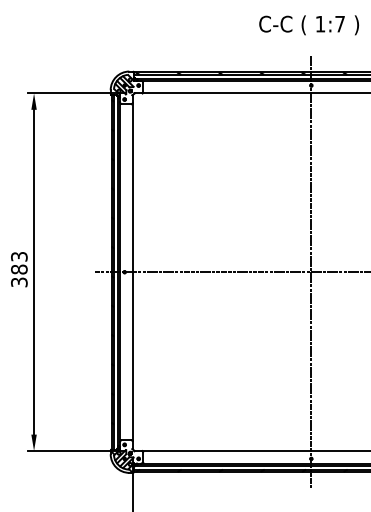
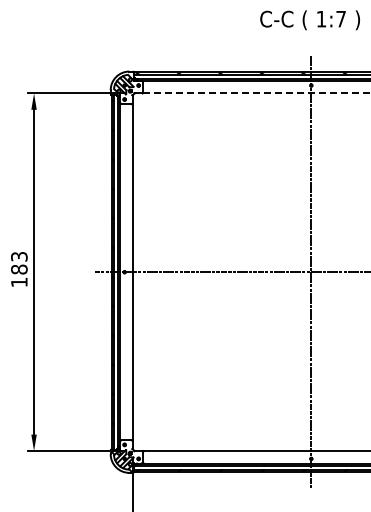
text at (308, 25) position: (308, 25) -> (309, 20)
line at (256, 93): solid -> dashed
text at (19, 282): 383 -> 183
